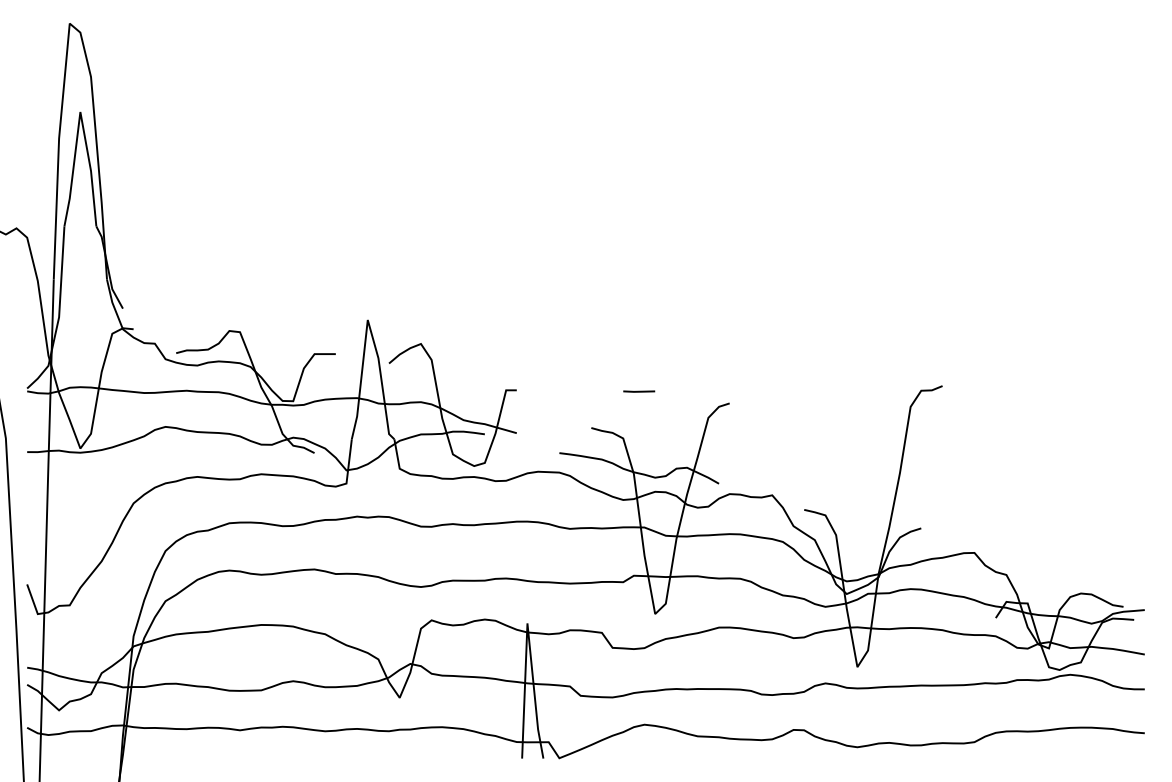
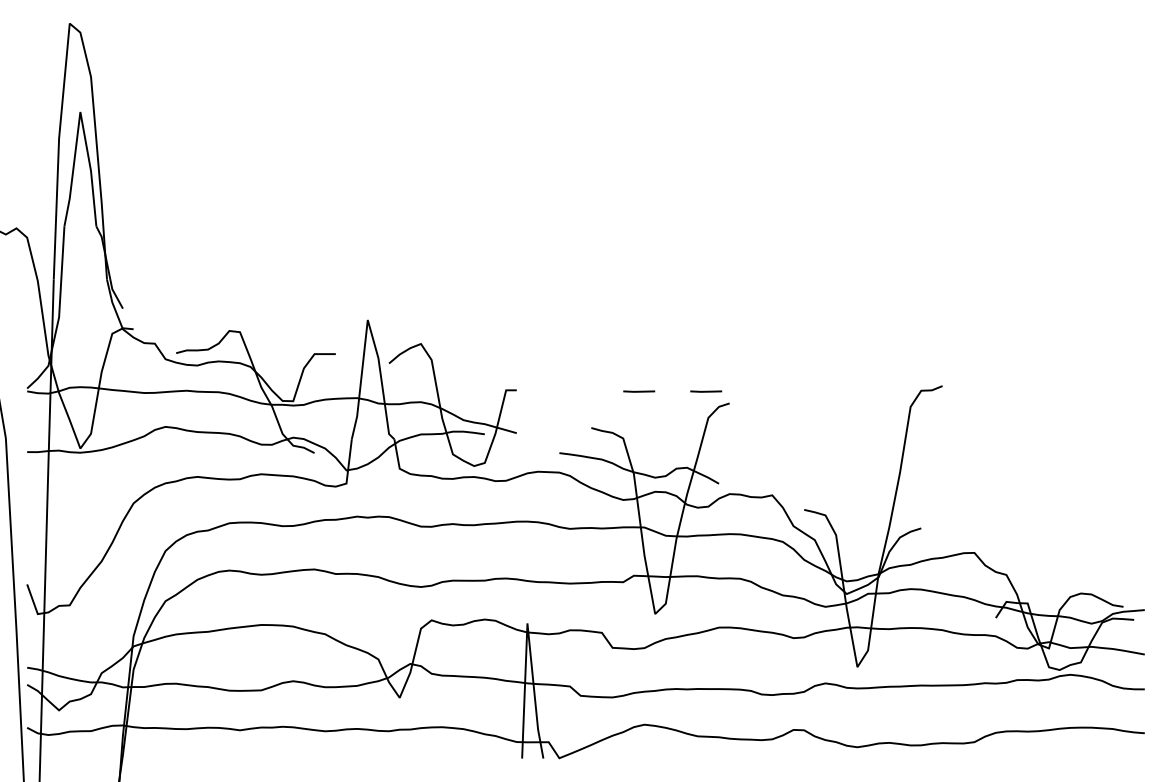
line at (706, 391): none -> present
